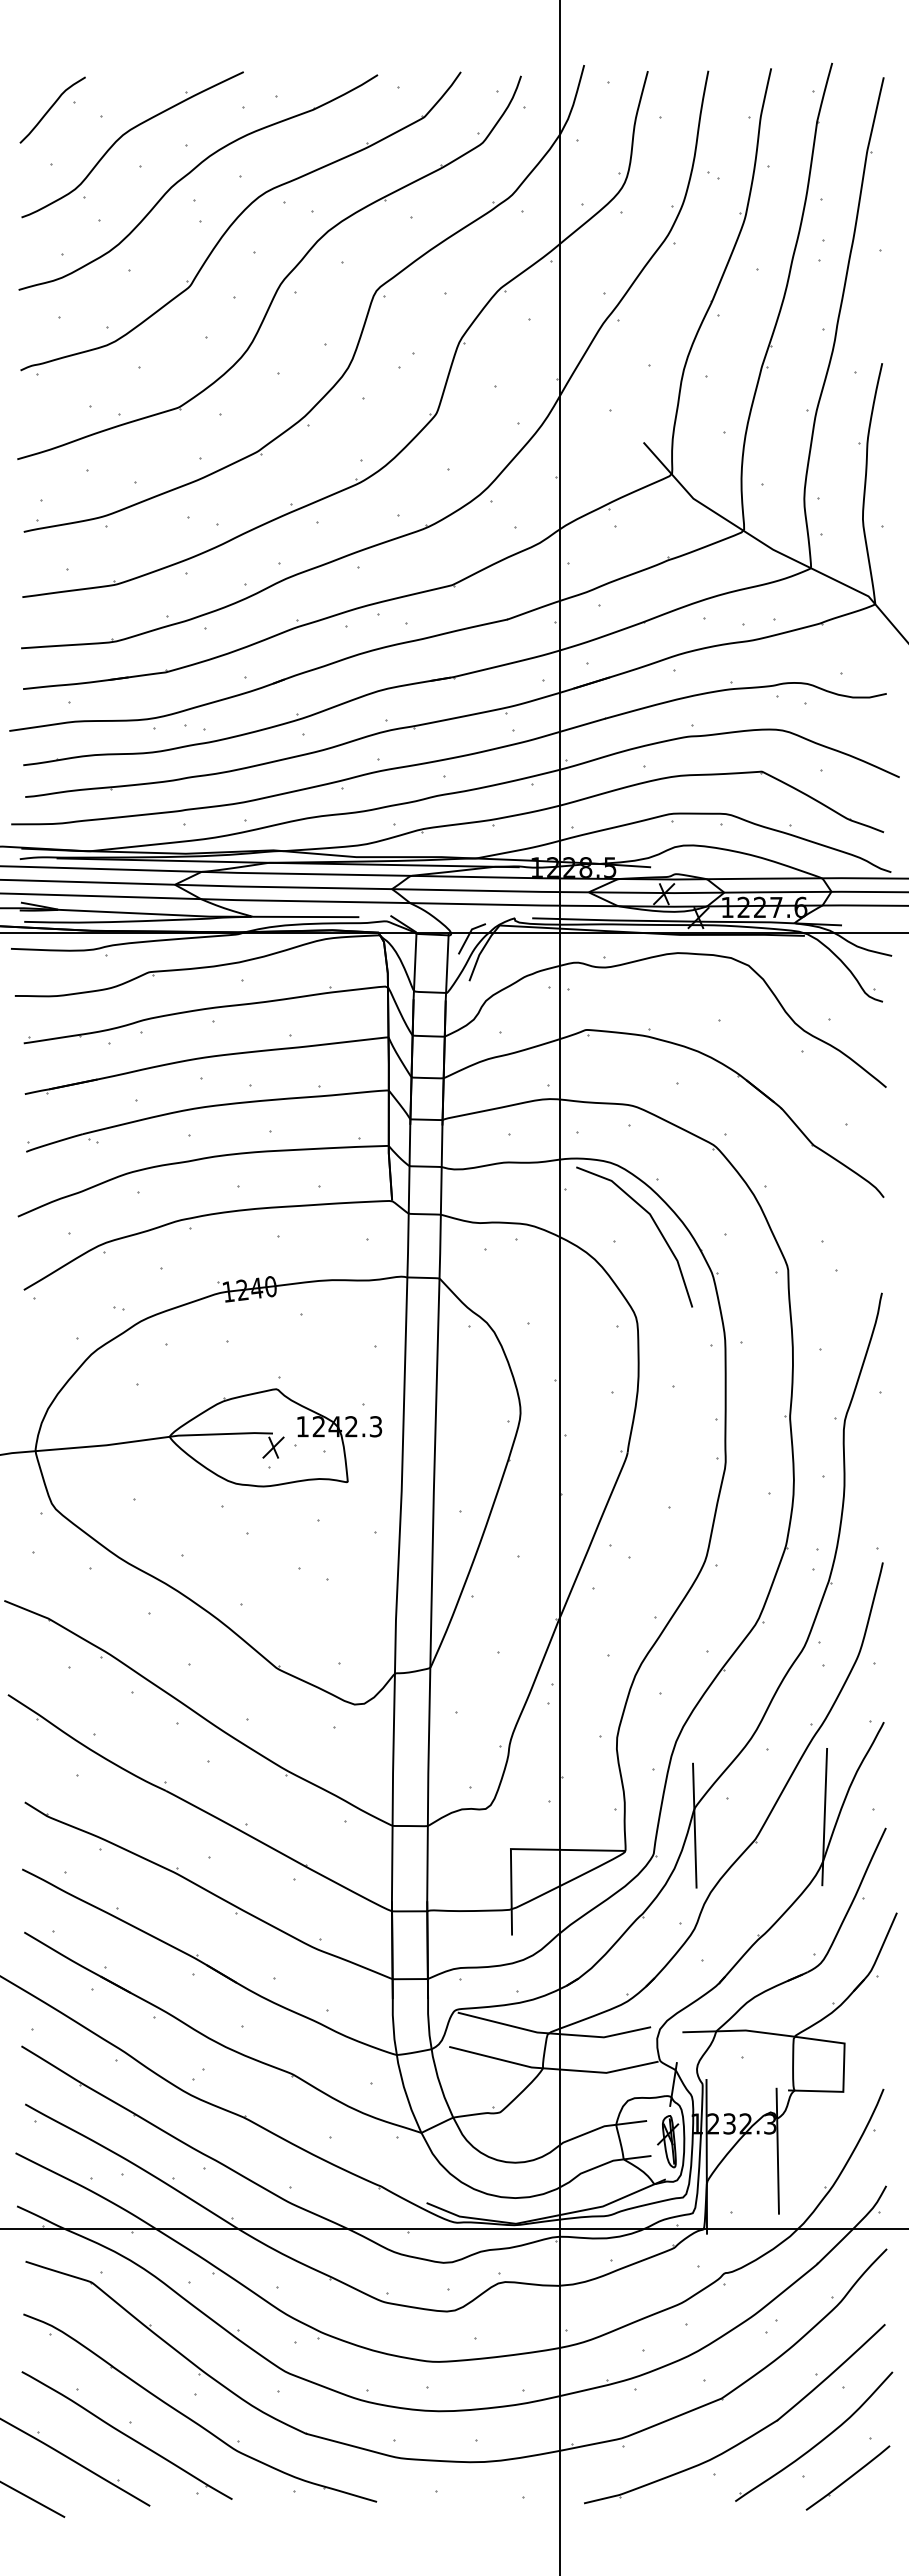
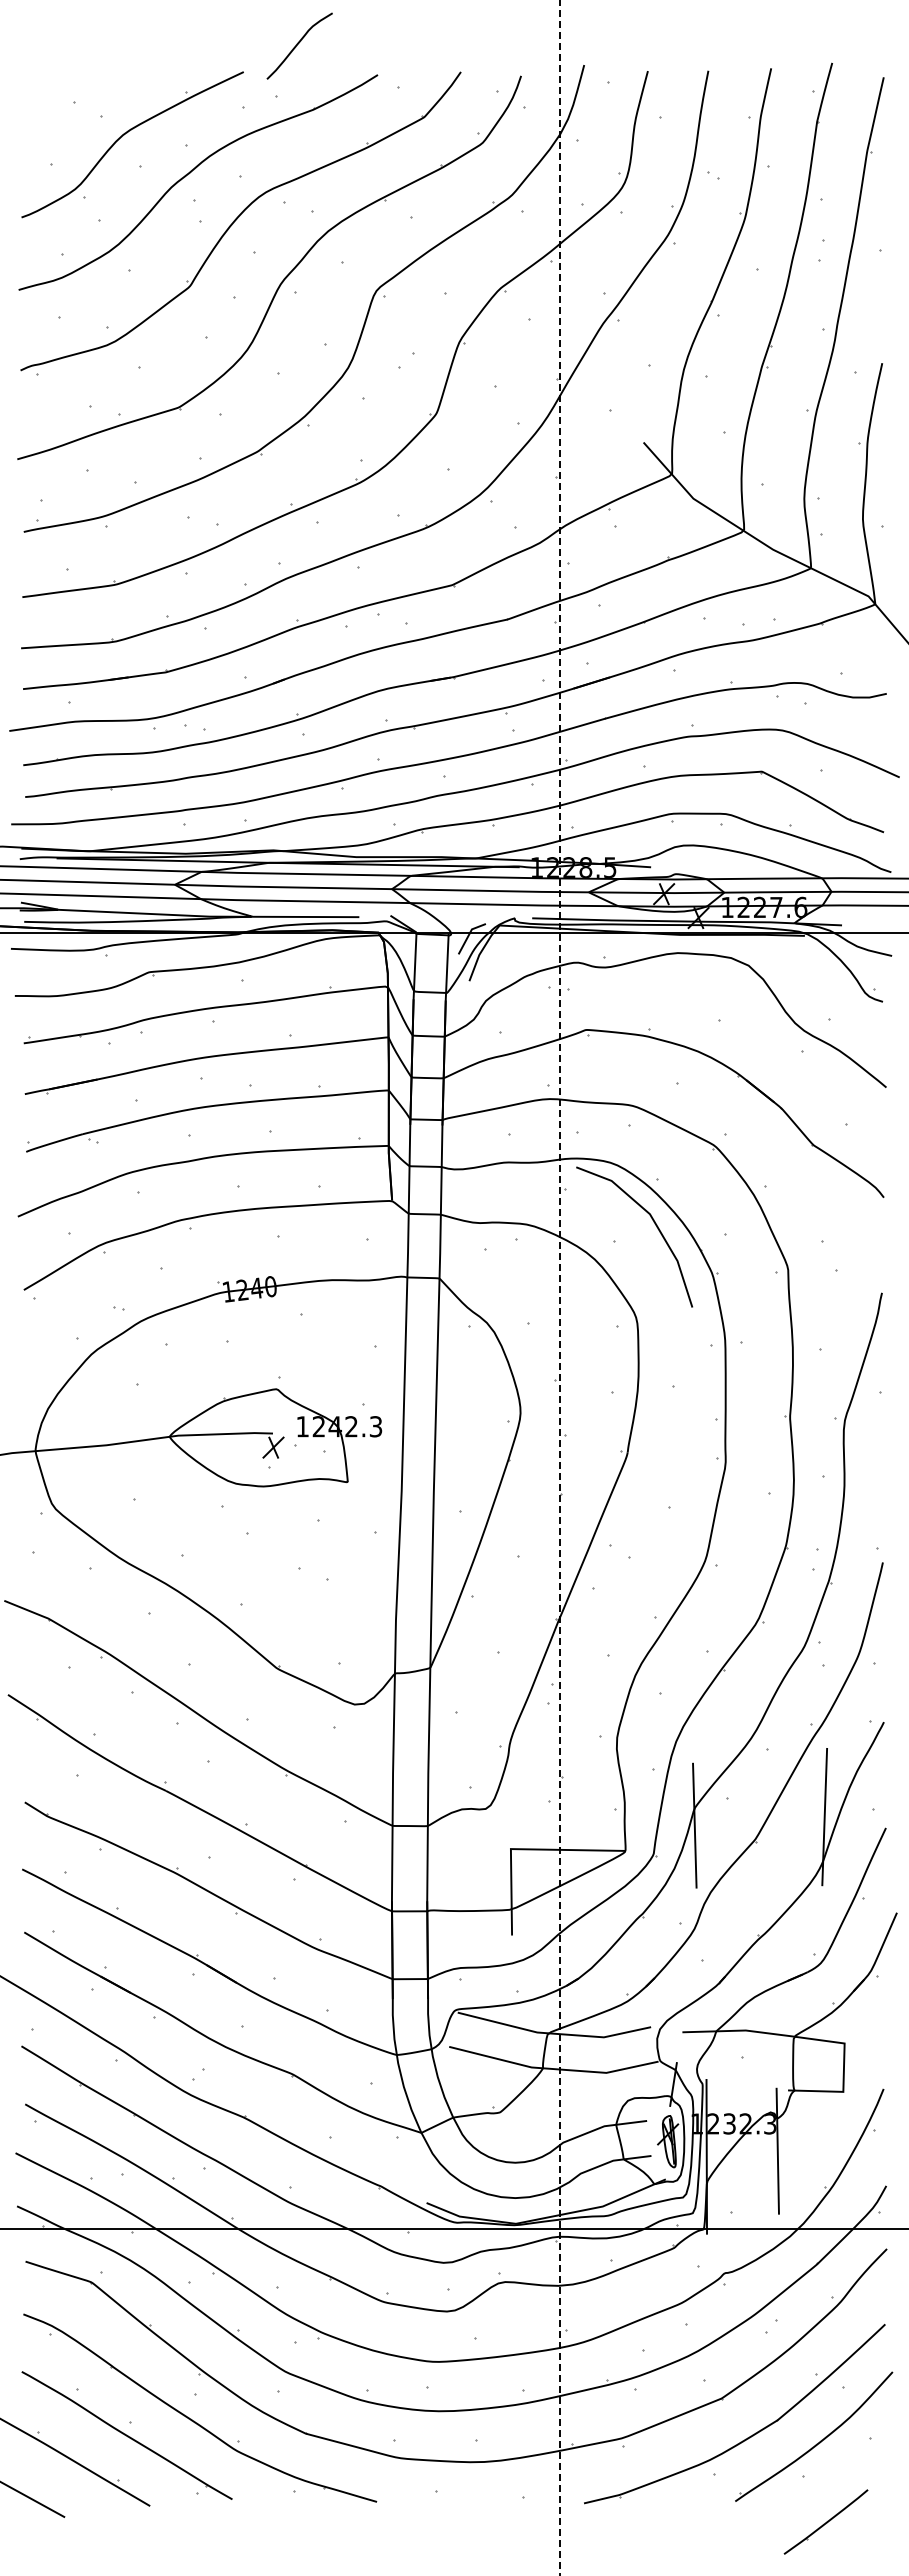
curve at (51, 108) position: (51, 108) -> (298, 44)
line at (559, 1287): solid -> dashed
part at (847, 2477) position: (847, 2477) -> (825, 2521)
